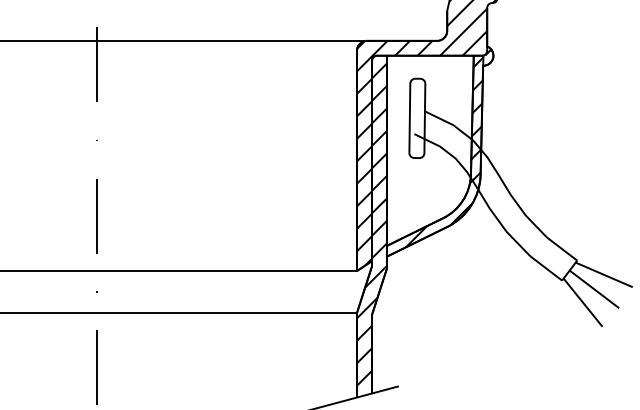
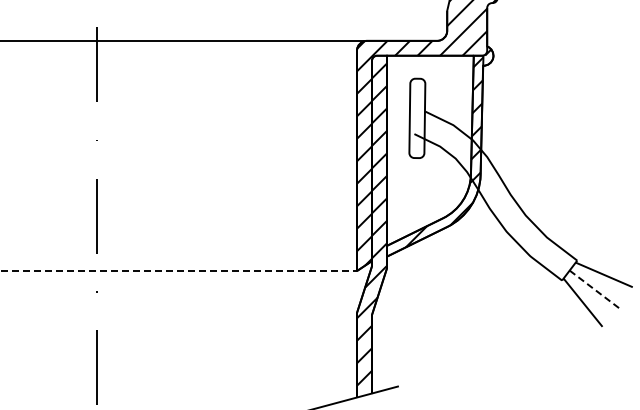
line at (179, 271): solid -> dashed
line at (594, 289): solid -> dashed
line at (179, 313): present -> none
